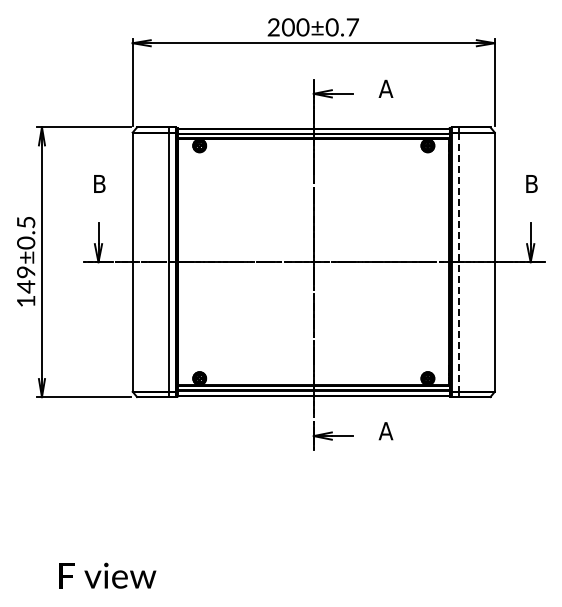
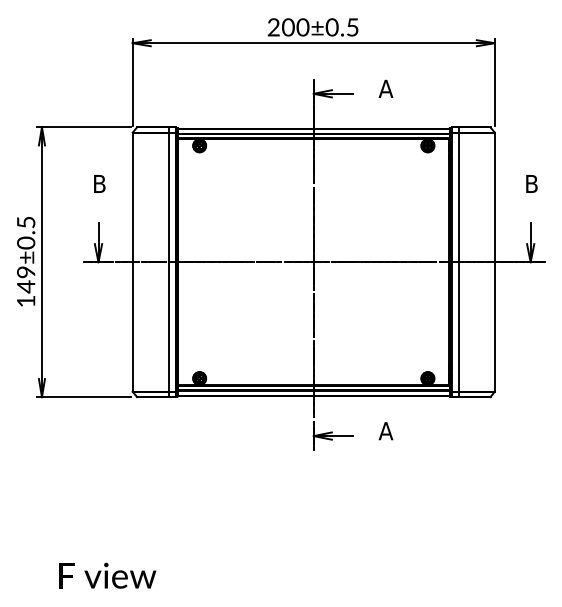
text at (352, 27): 200±0.7 -> 200±0.5
line at (458, 262): dashed -> solid
